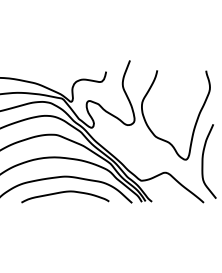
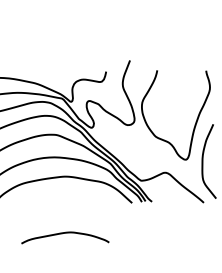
curve at (65, 192) position: (65, 192) -> (65, 233)
